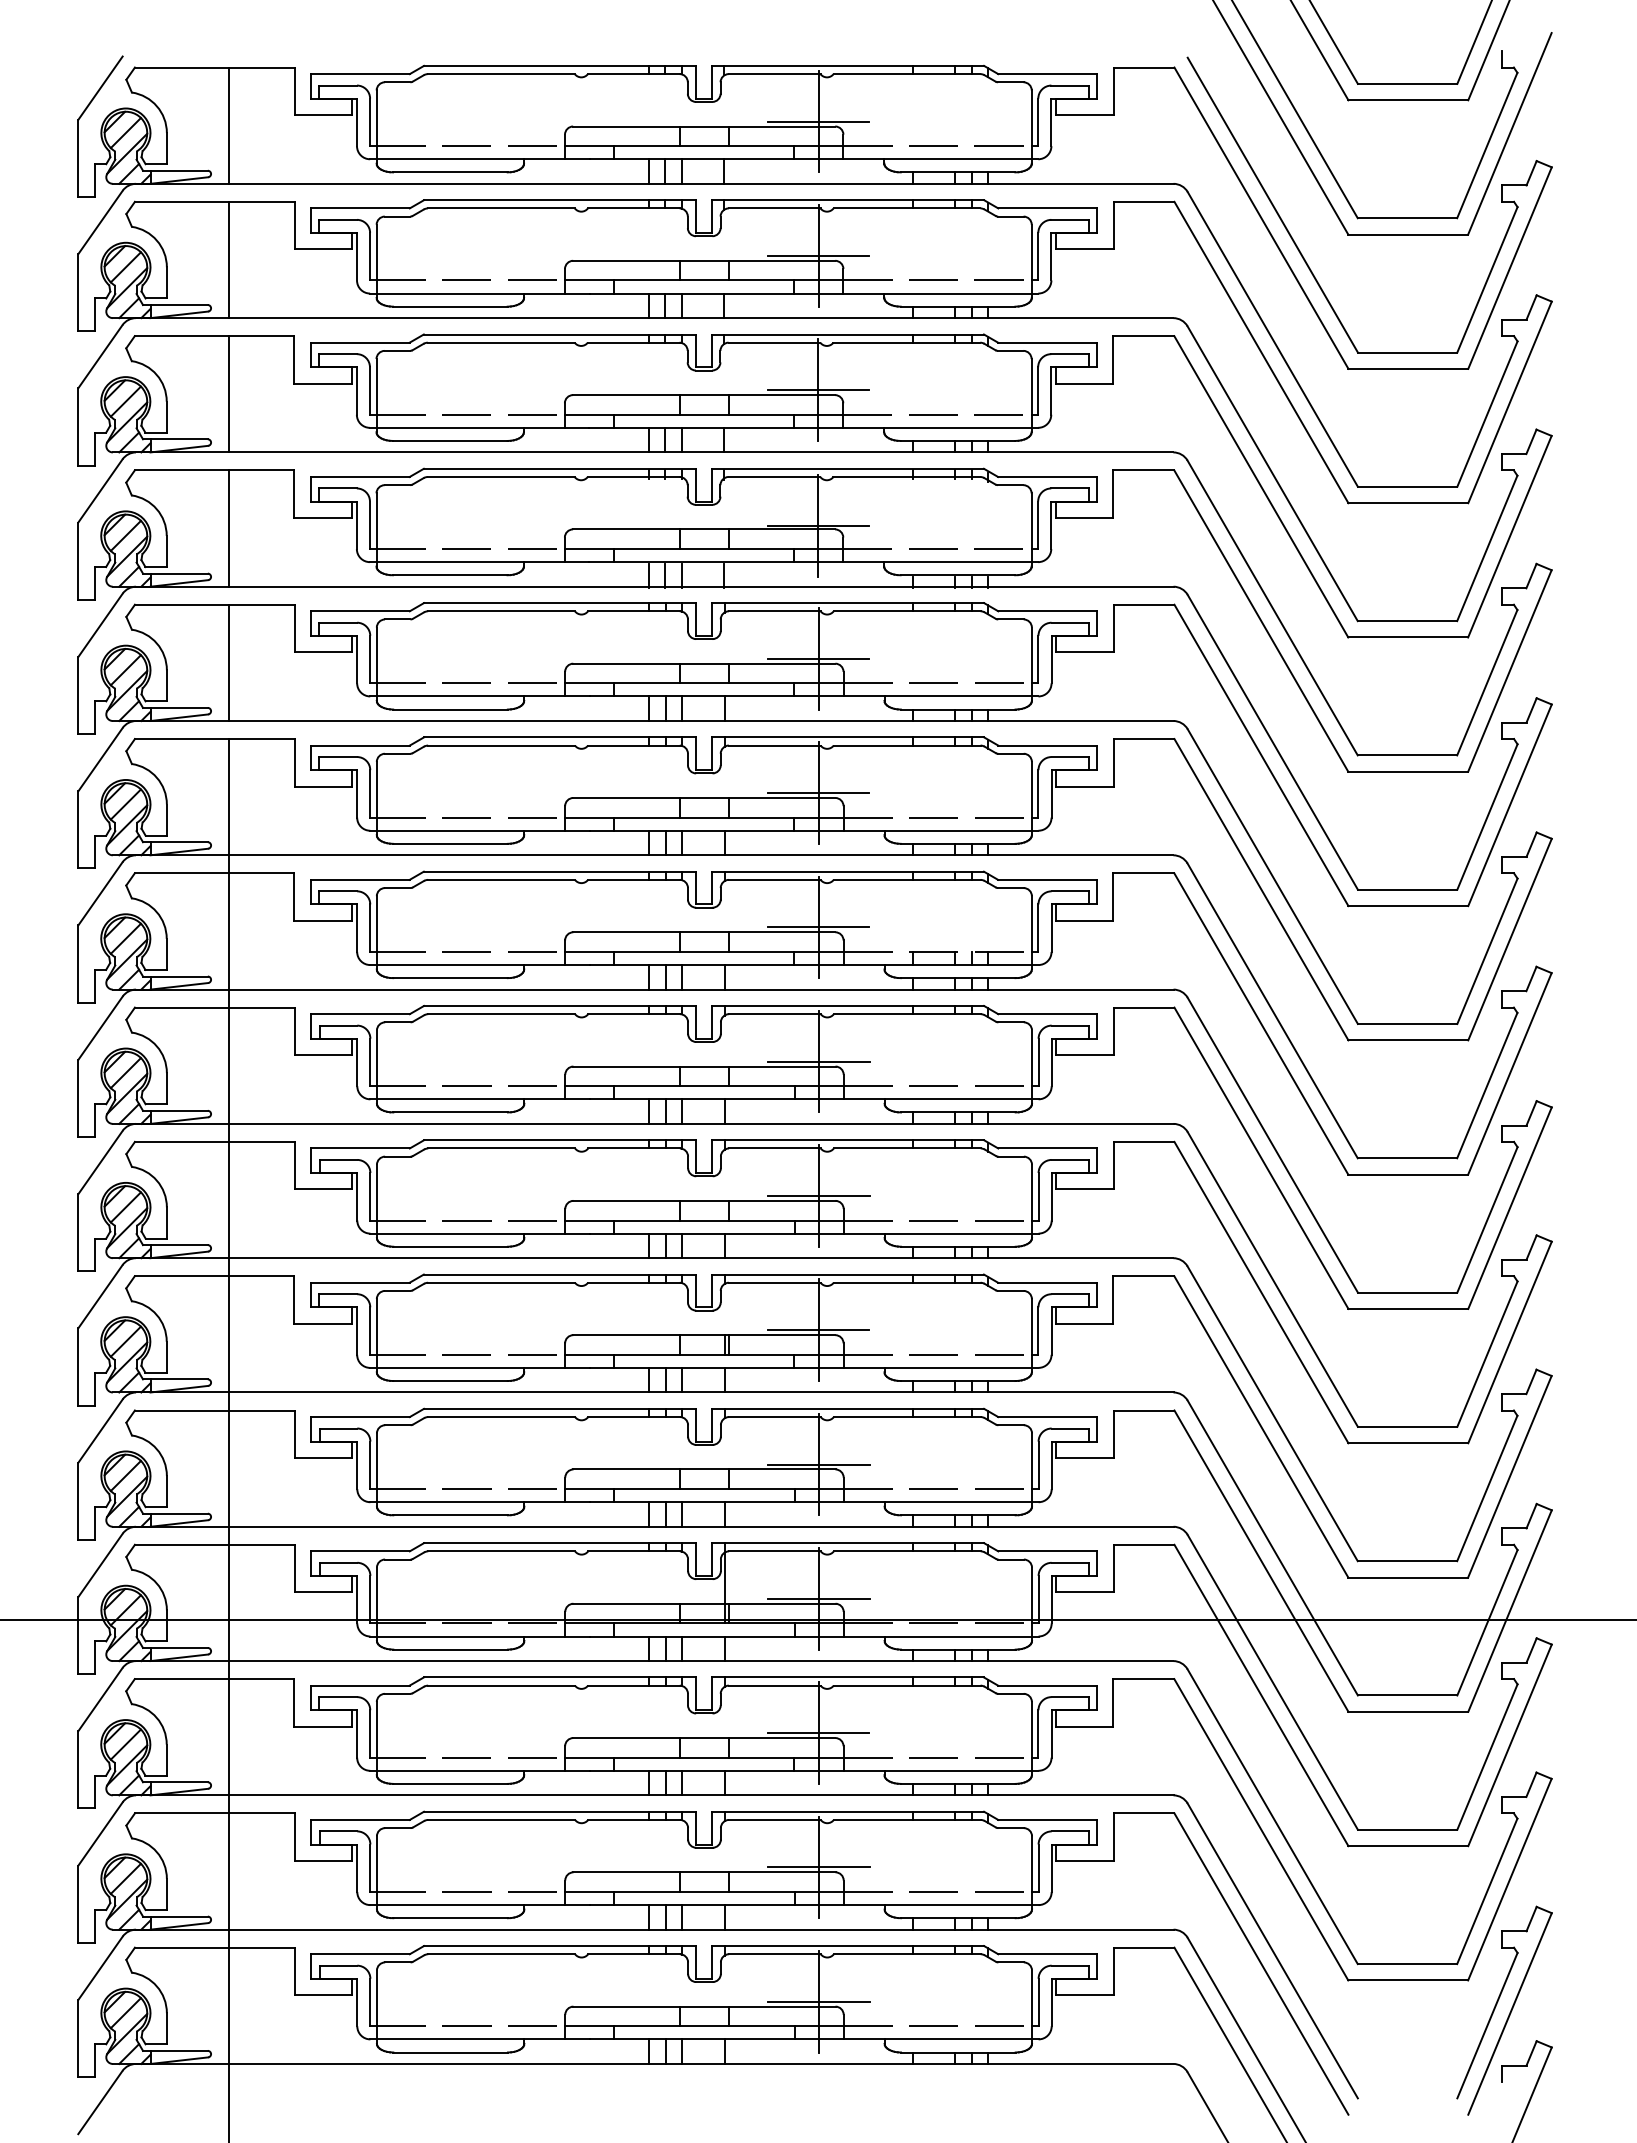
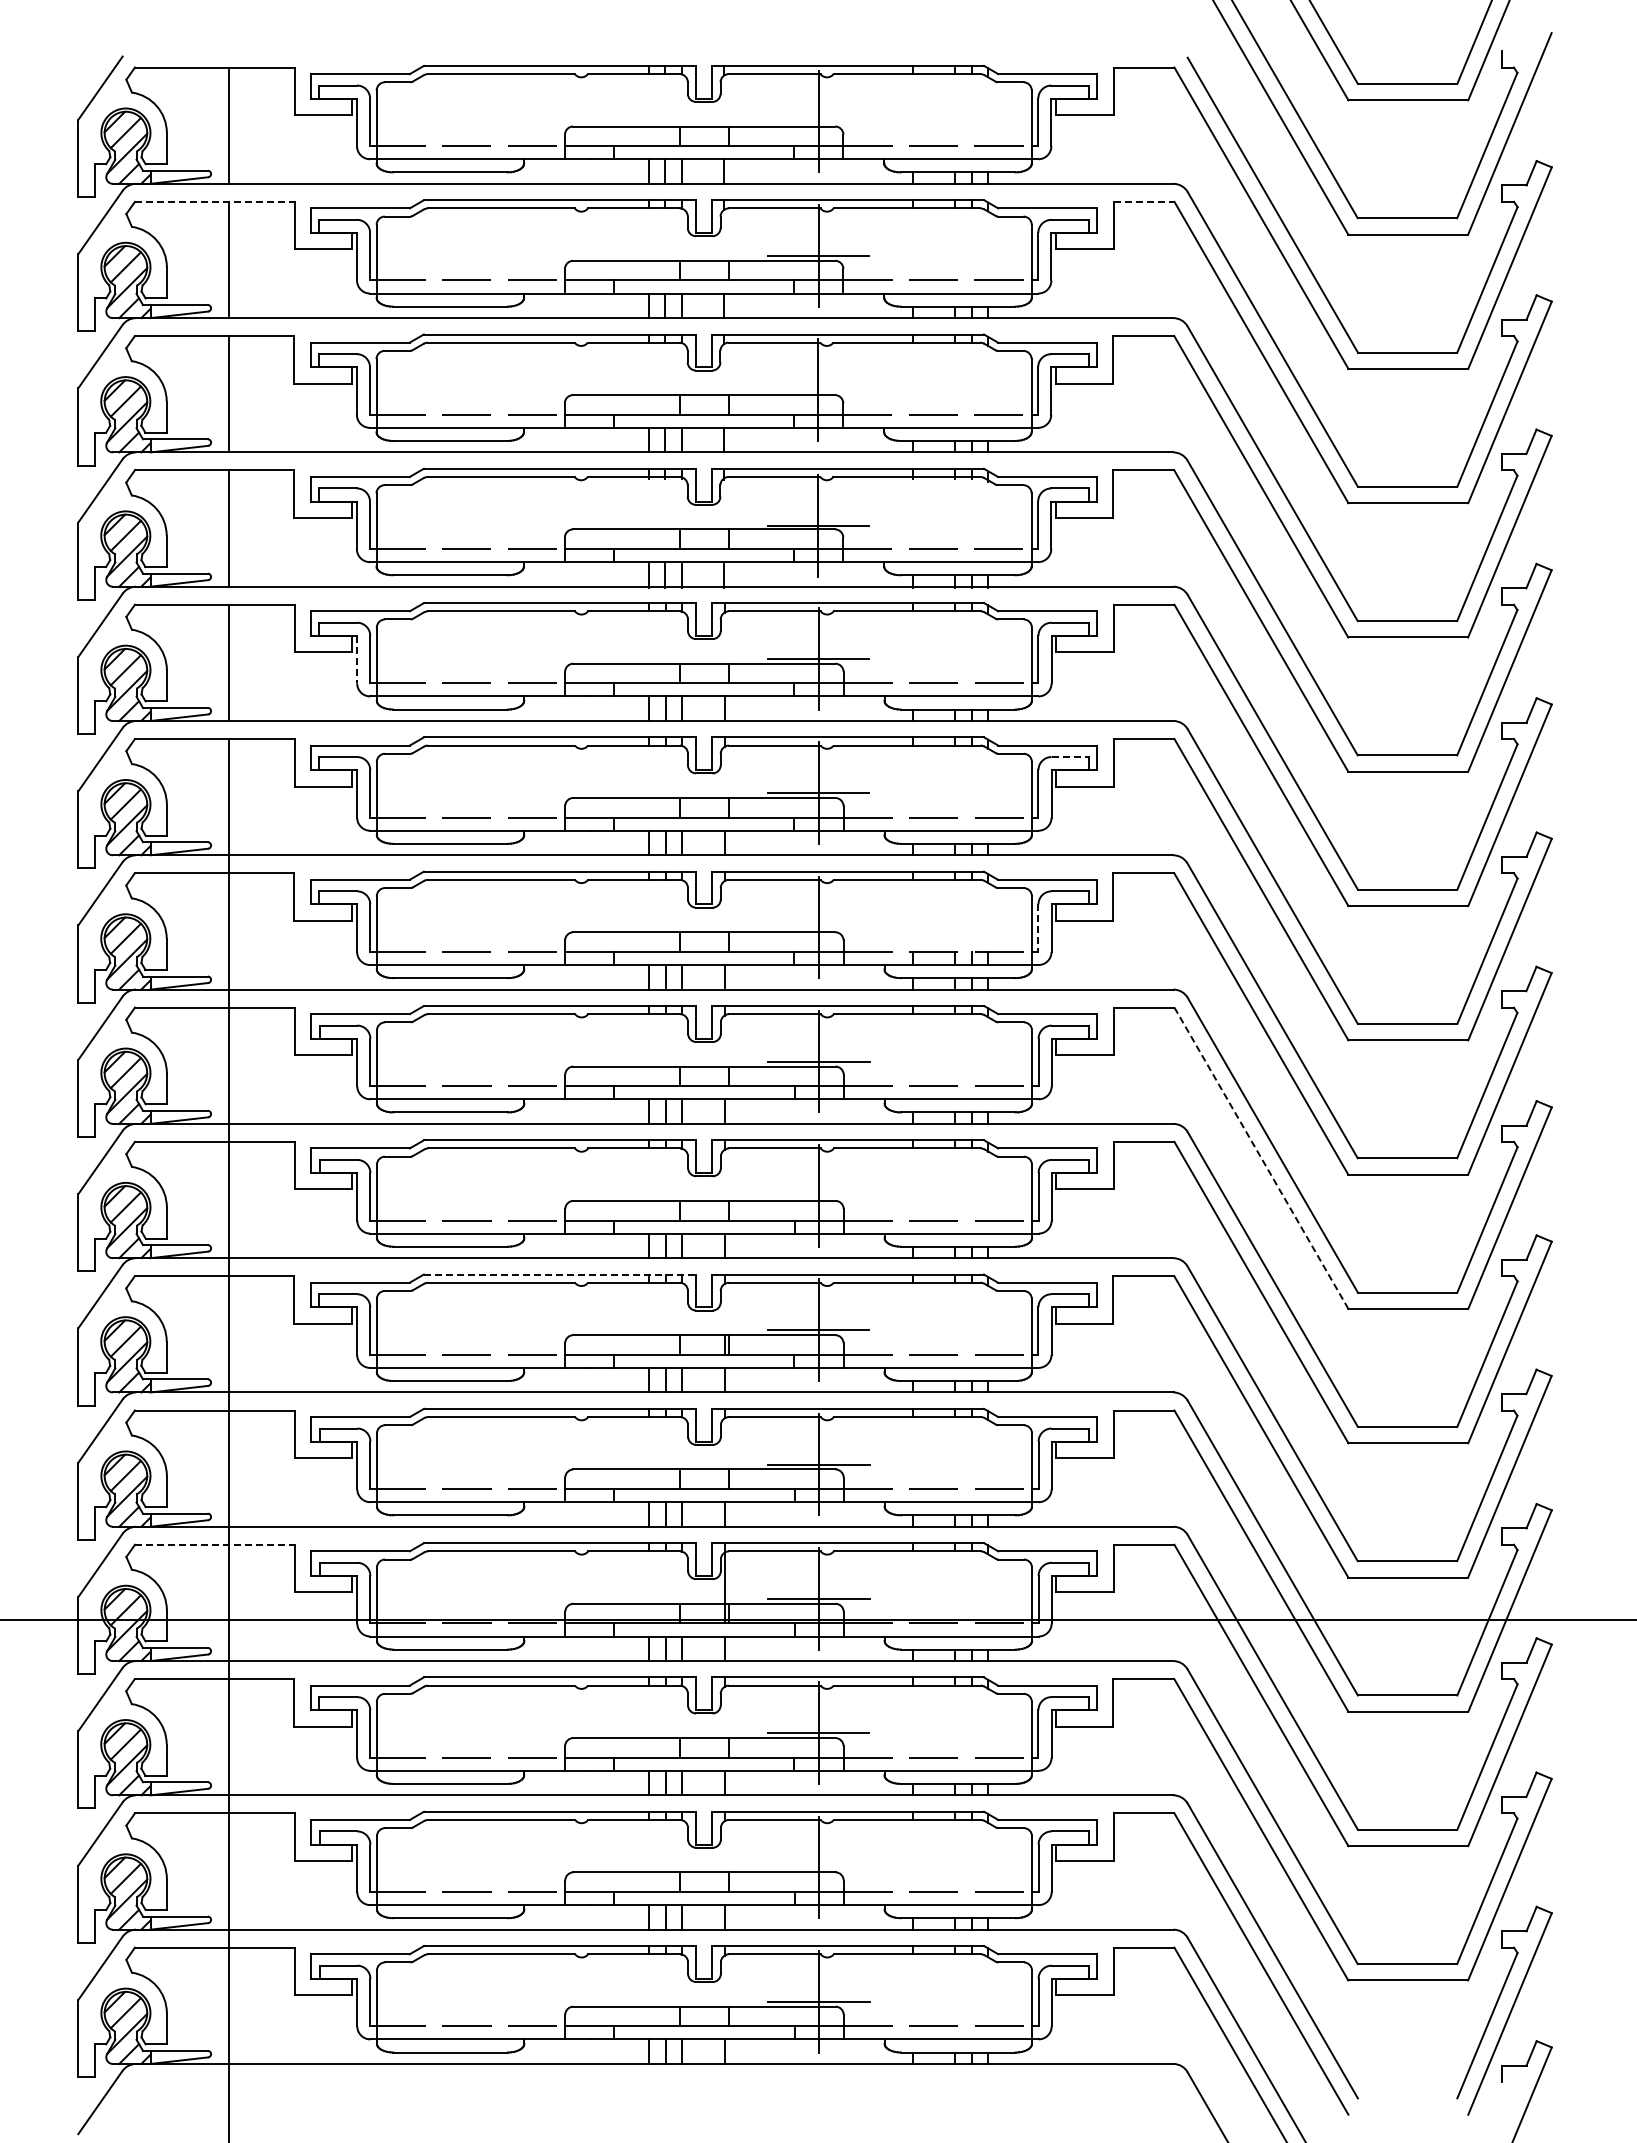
line at (818, 121): present -> none
line at (214, 201): solid -> dashed
line at (1144, 201): solid -> dashed
line at (818, 390): present -> none
line at (357, 659): solid -> dashed
line at (1070, 757): solid -> dashed
line at (818, 927): present -> none
line at (1038, 928): solid -> dashed
line at (1261, 1158): solid -> dashed
line at (818, 1195): present -> none
line at (559, 1274): solid -> dashed
line at (214, 1544): solid -> dashed
line at (818, 1867): present -> none
